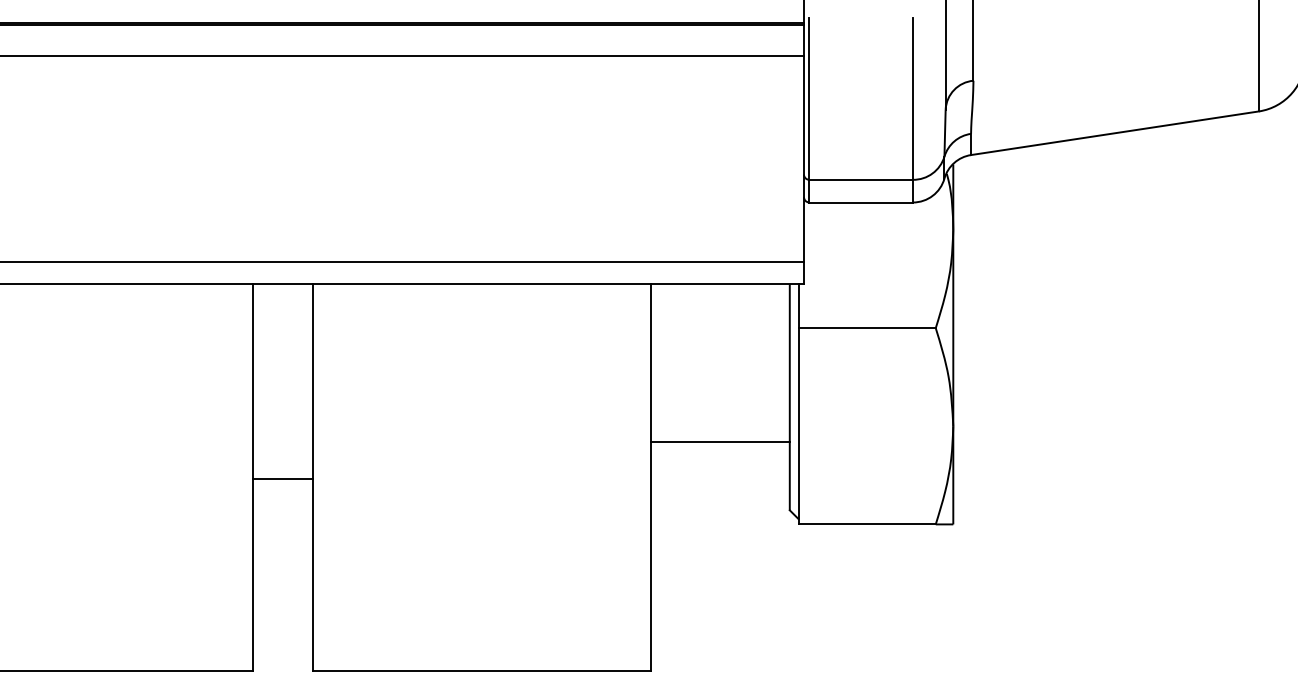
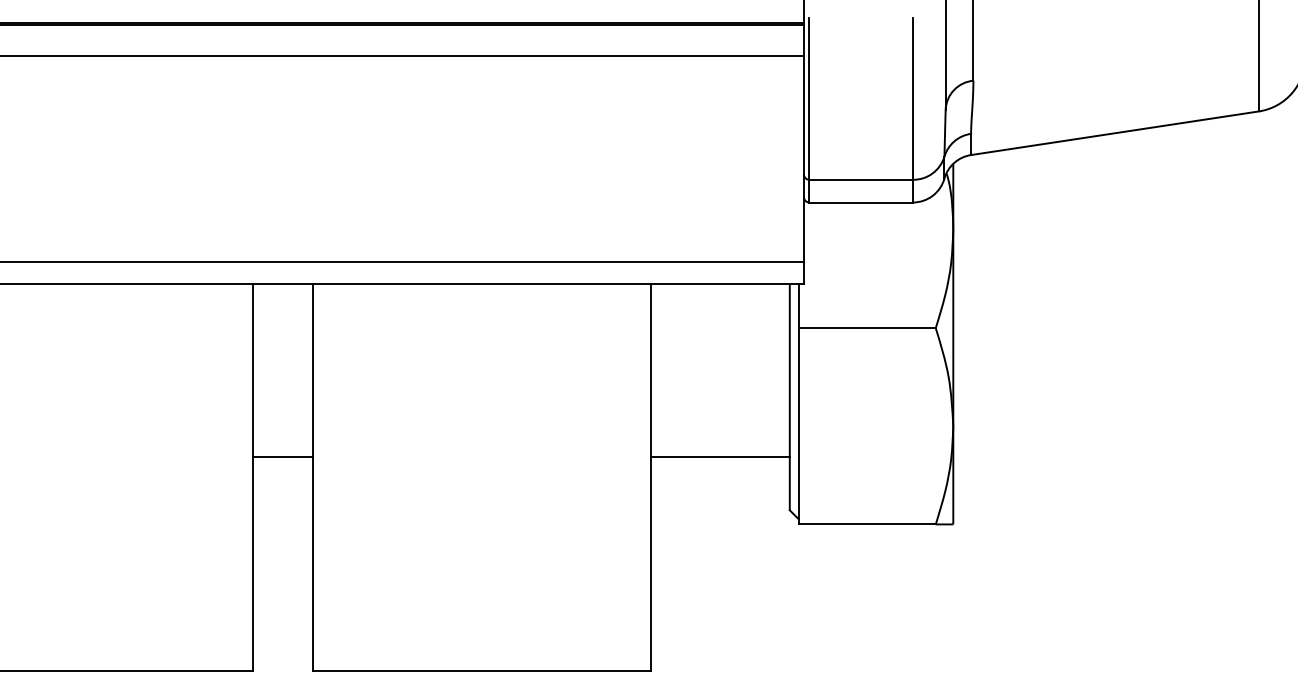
line at (720, 442) position: (720, 442) -> (720, 457)
line at (283, 479) position: (283, 479) -> (283, 457)
